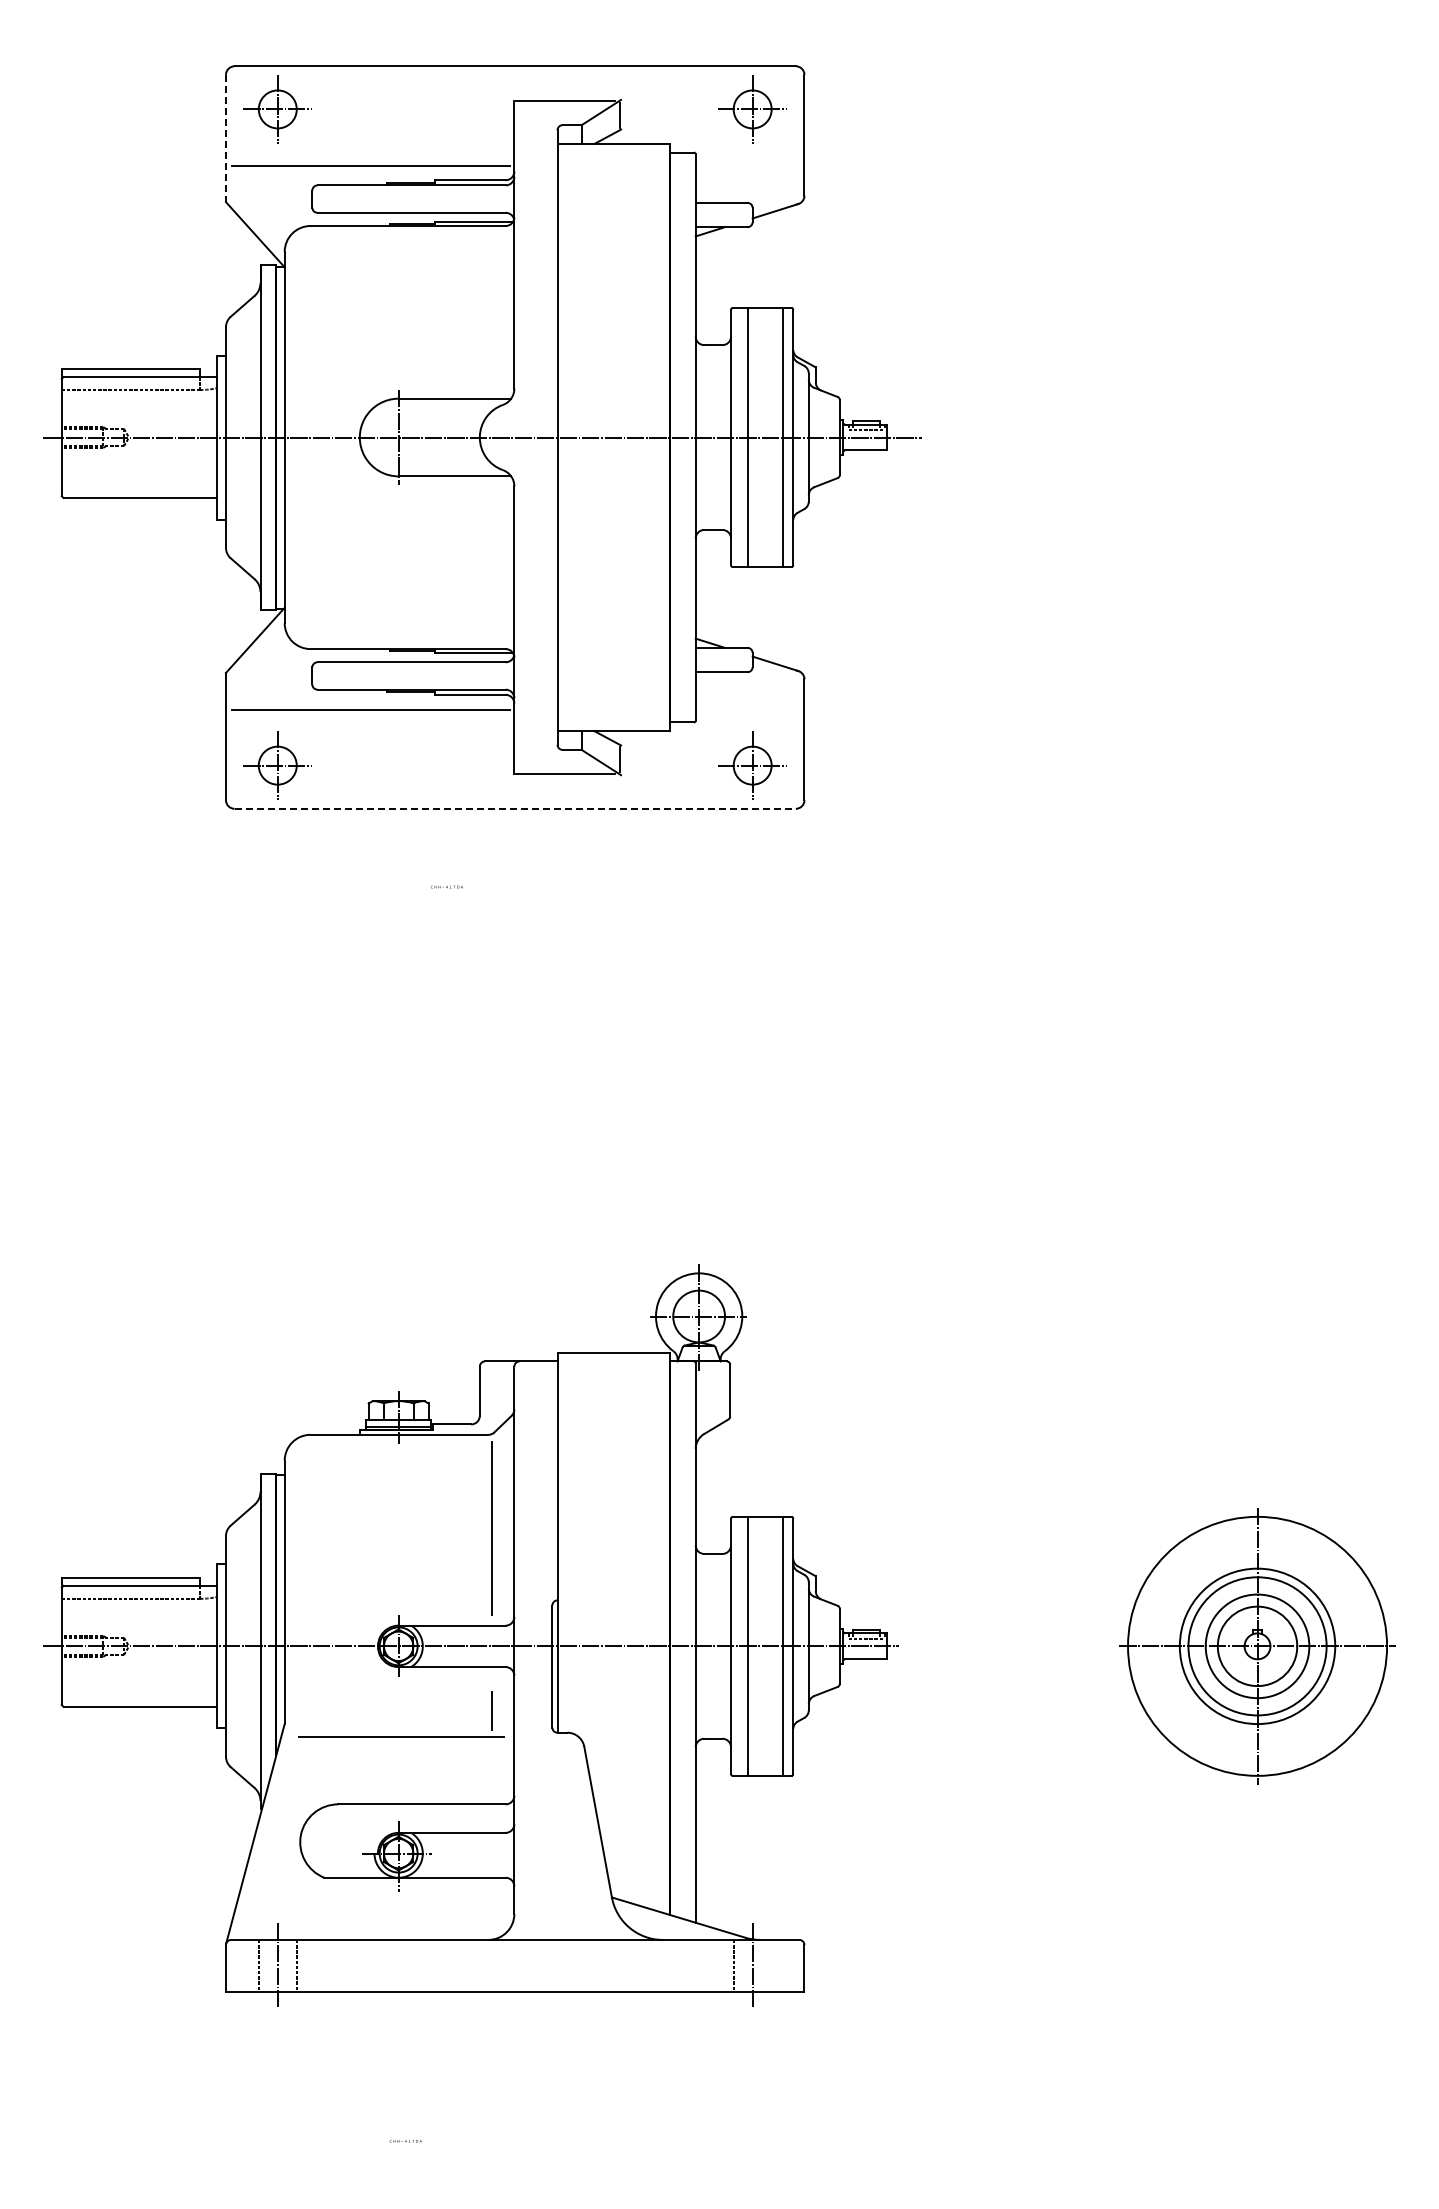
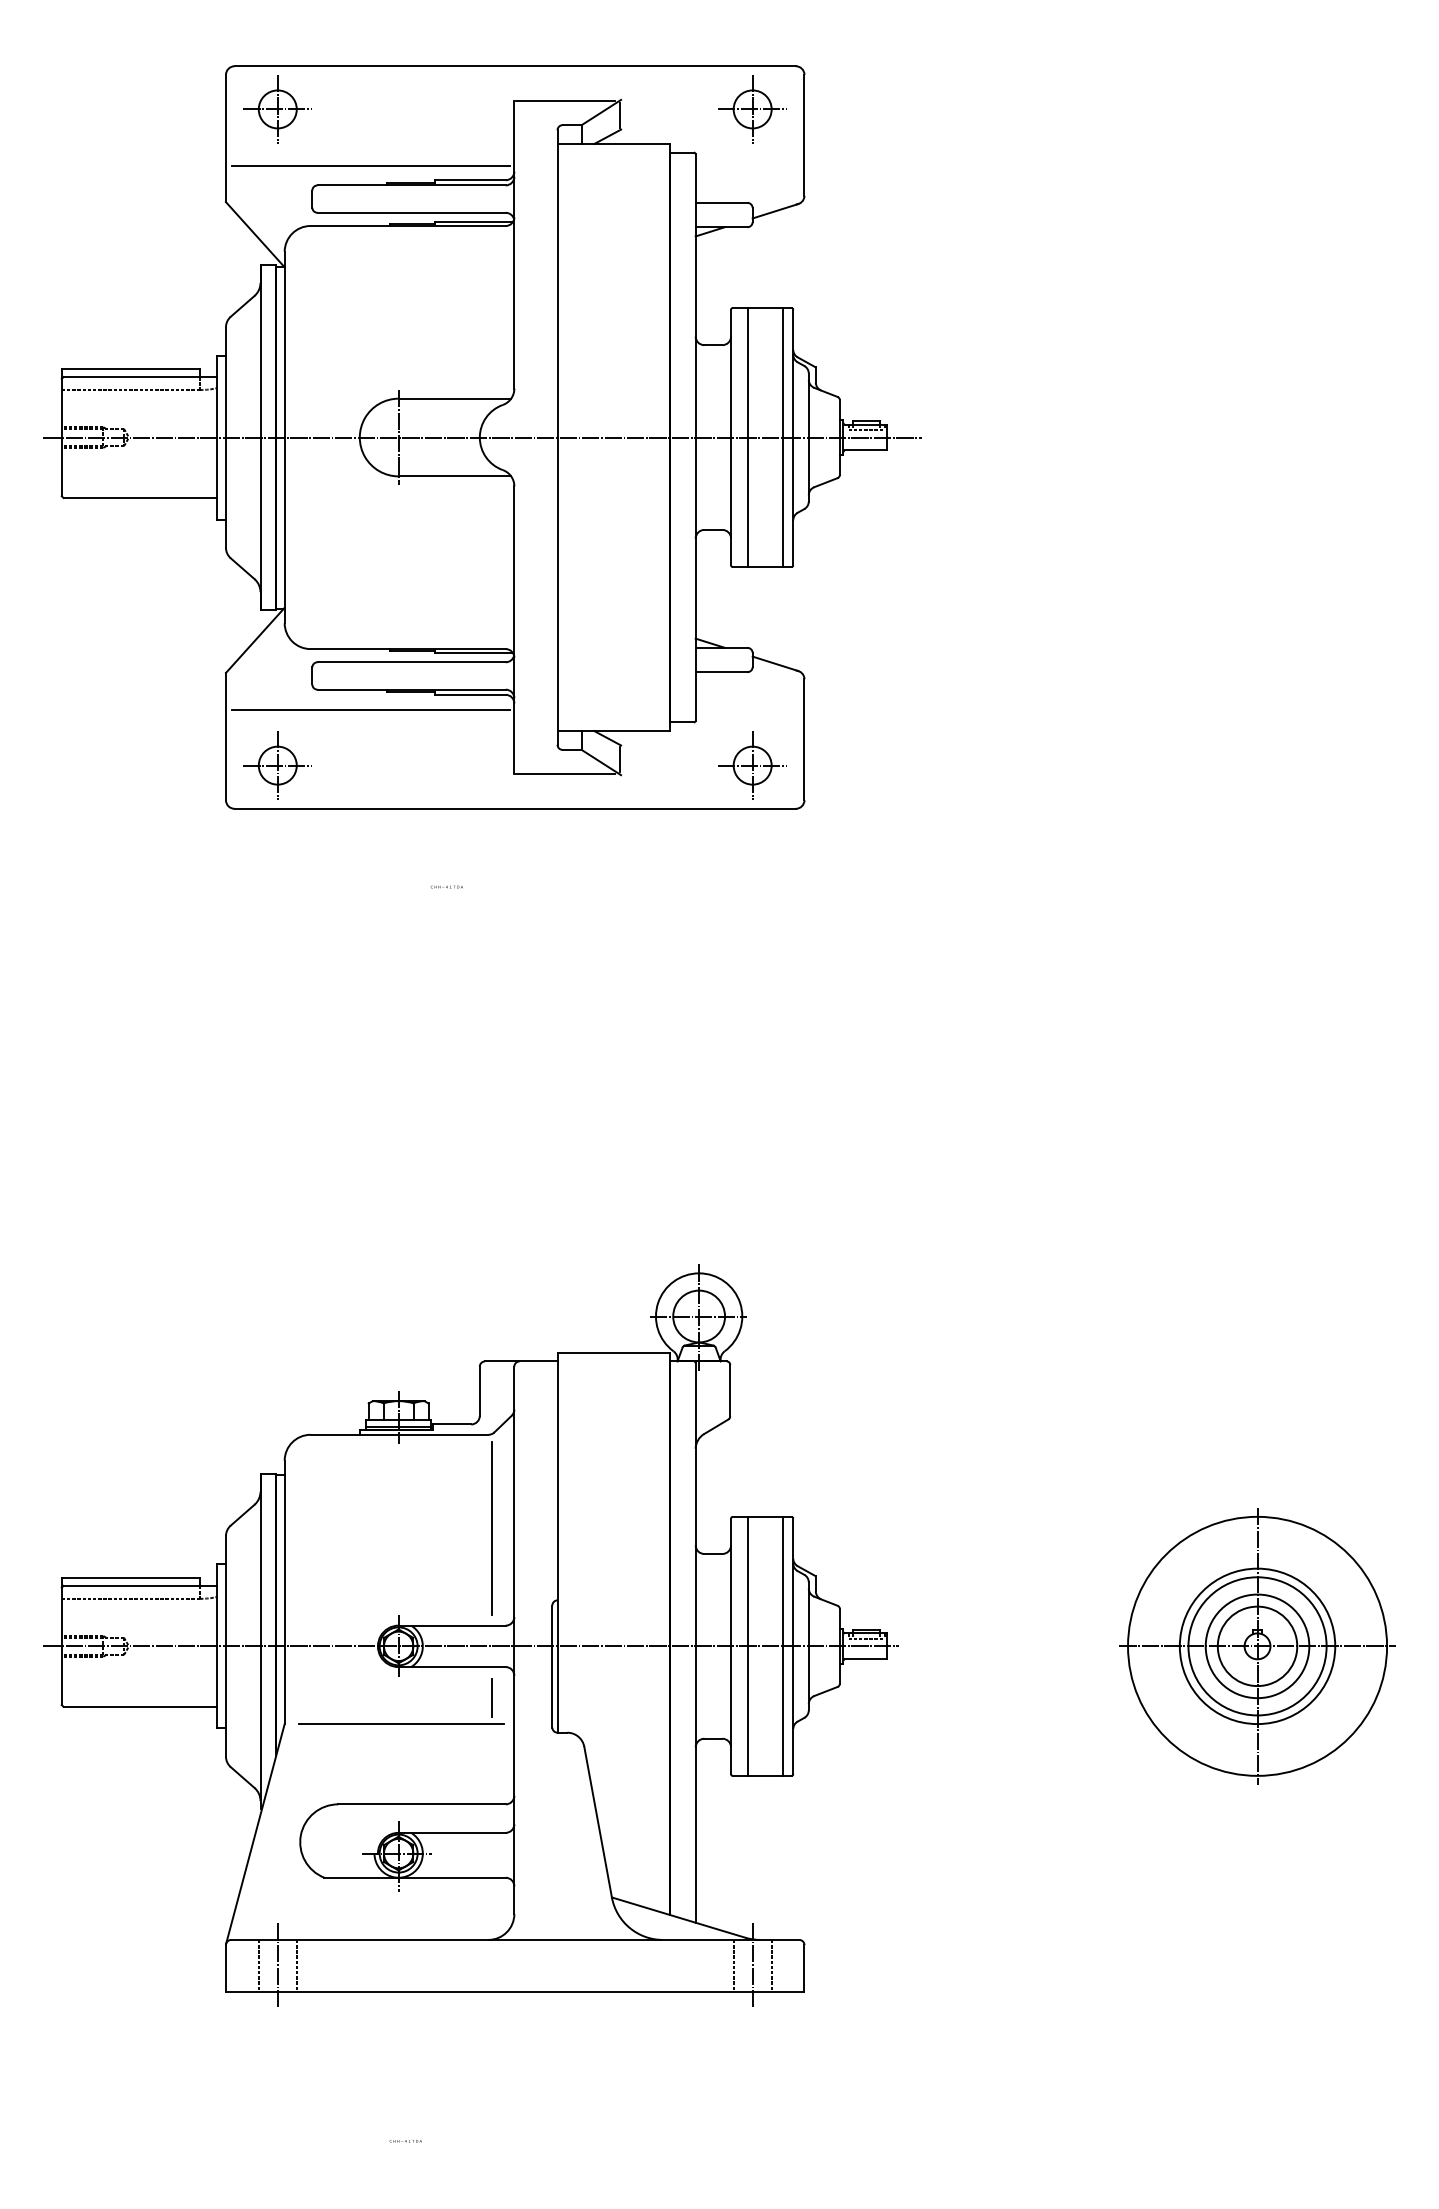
line at (225, 138): dashed -> solid
line at (515, 808): dashed -> solid
part at (401, 1736) position: (401, 1736) -> (401, 1723)
line at (771, 1965): none -> present
